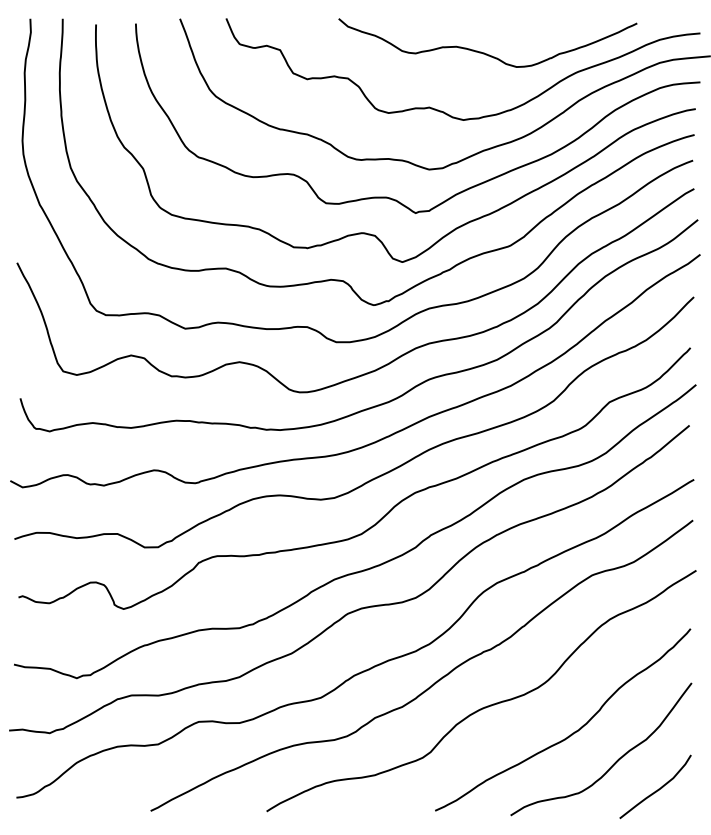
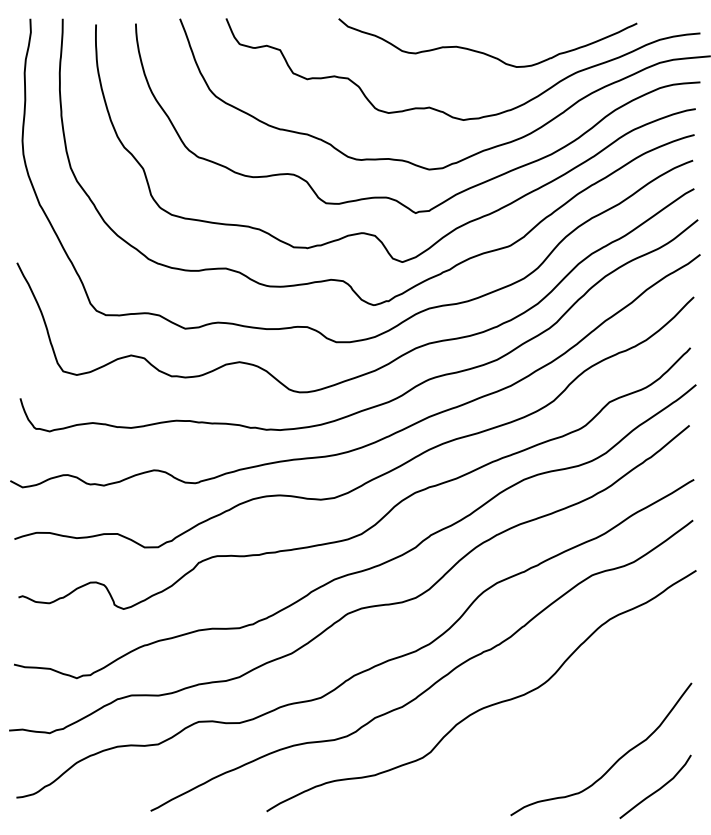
curve at (571, 733): present -> none
